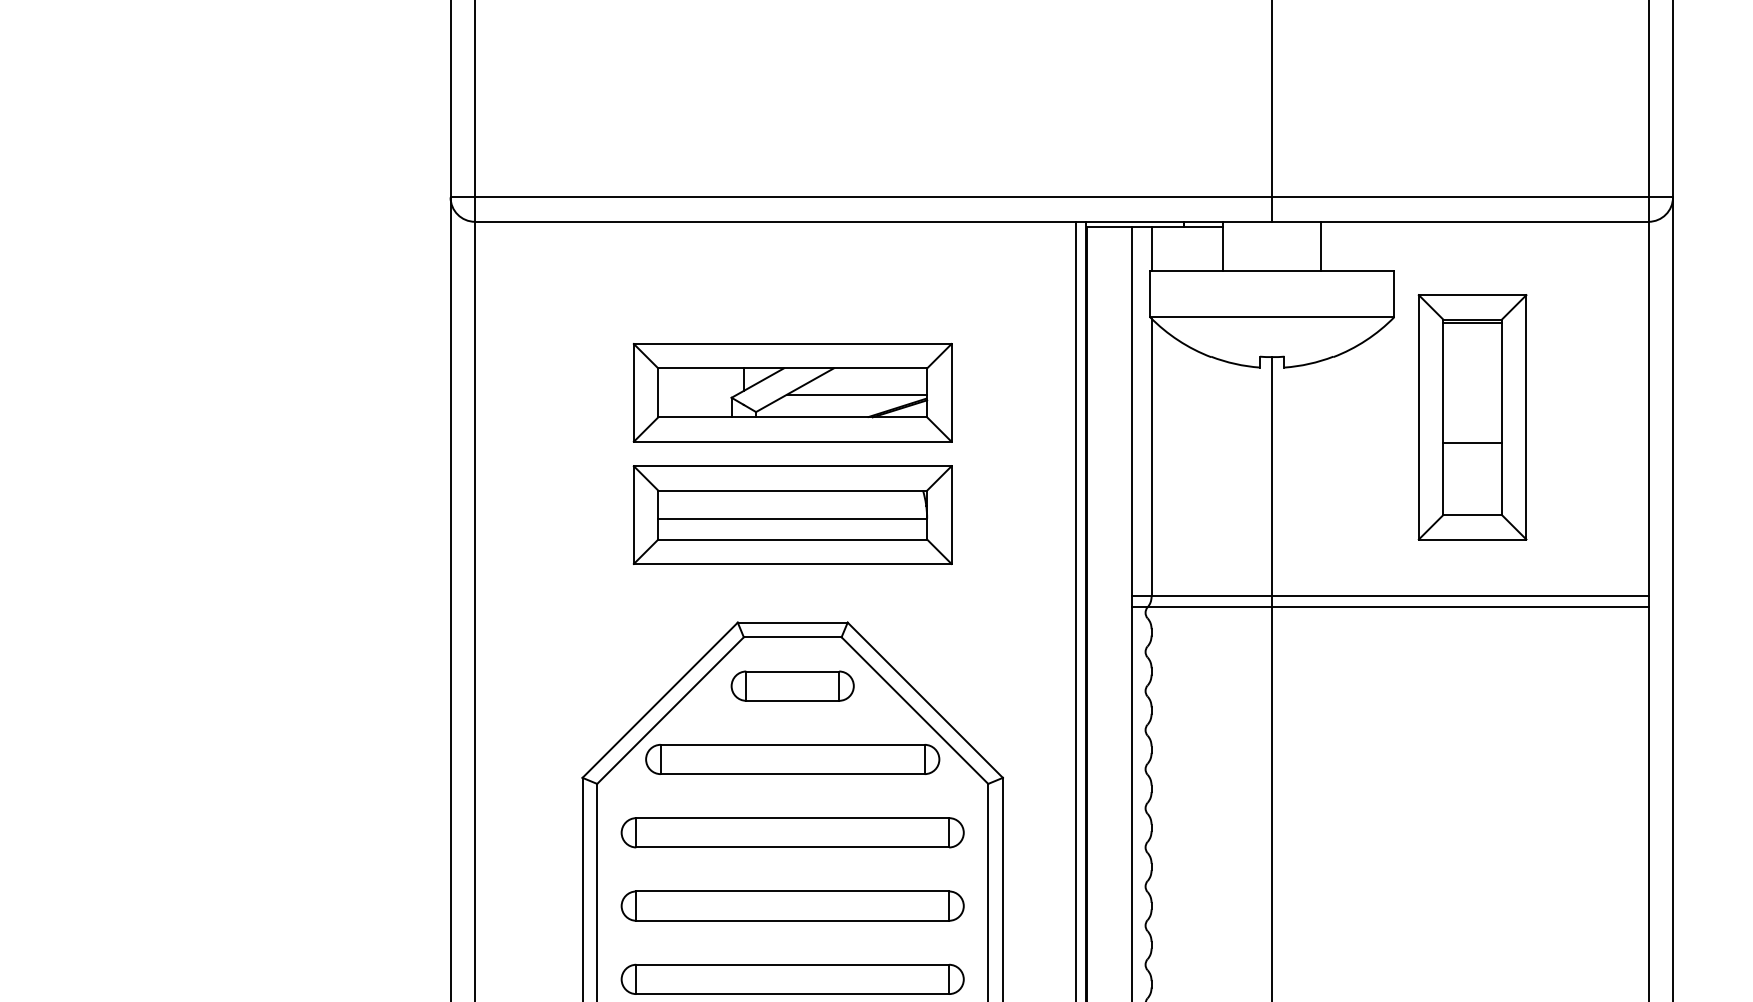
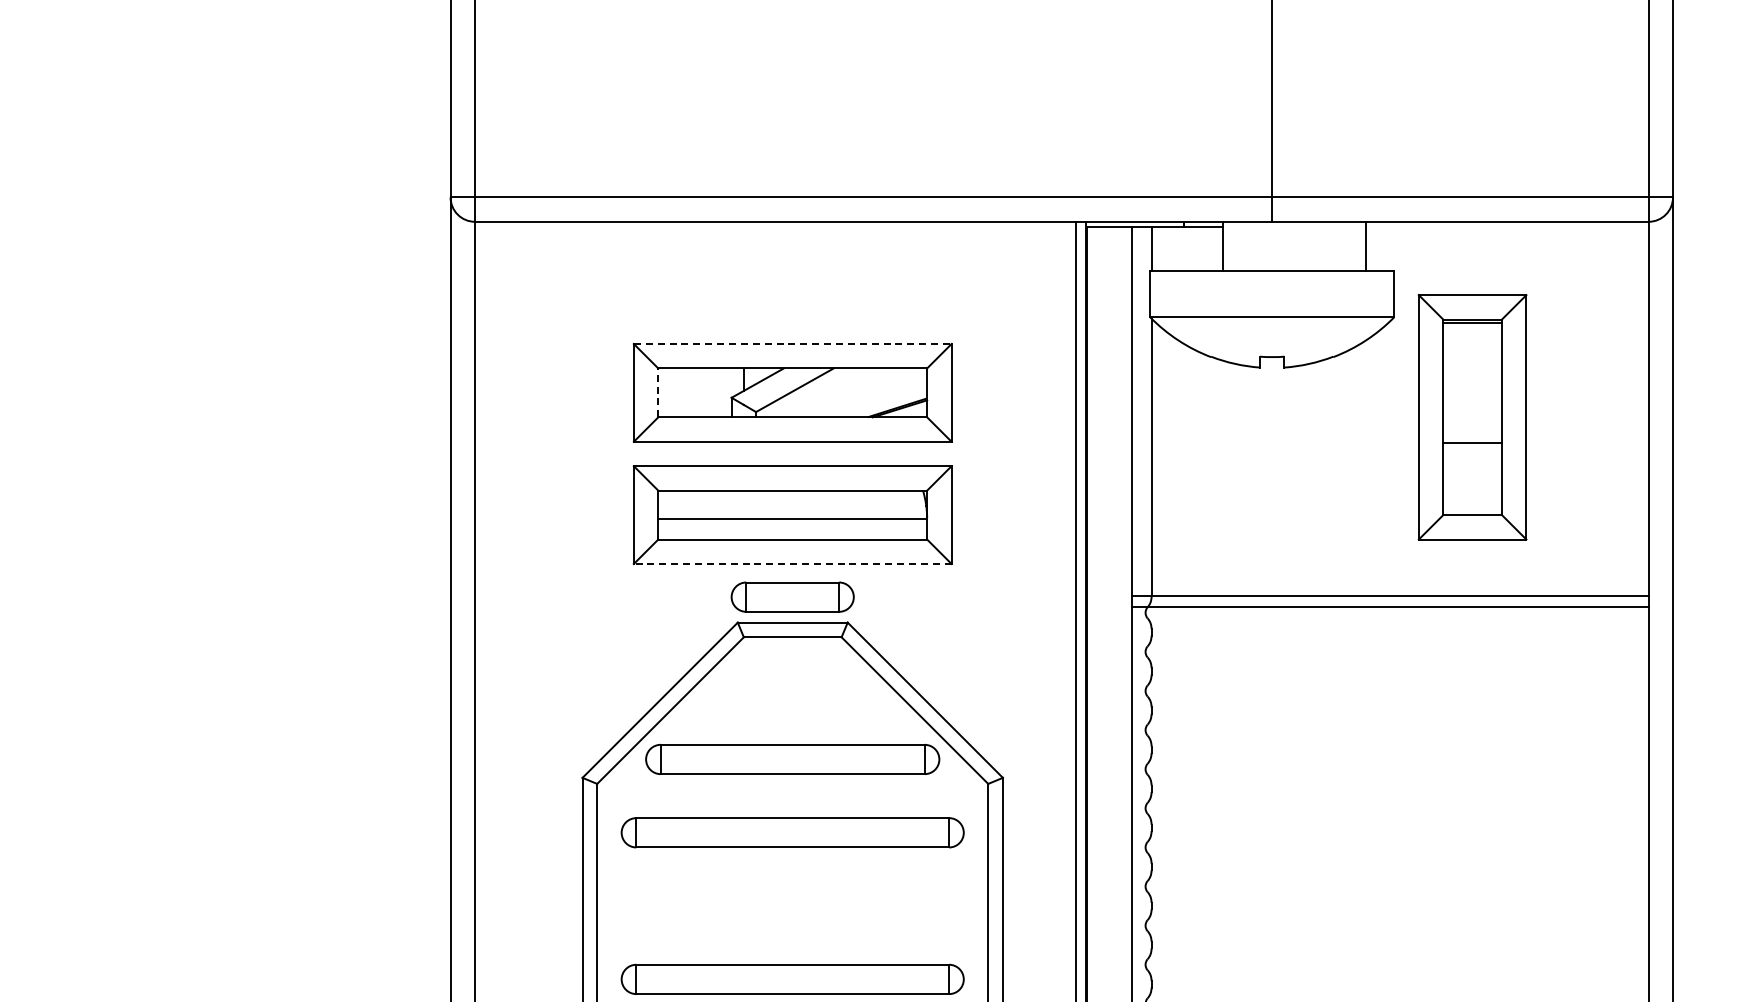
line at (1321, 245) position: (1321, 245) -> (1366, 245)
line at (792, 344): solid -> dashed
line at (658, 392): solid -> dashed
line at (857, 394): present -> none
line at (792, 563): solid -> dashed
line at (1272, 677): present -> none
part at (792, 685) position: (792, 685) -> (792, 596)
part at (792, 905): present -> none
